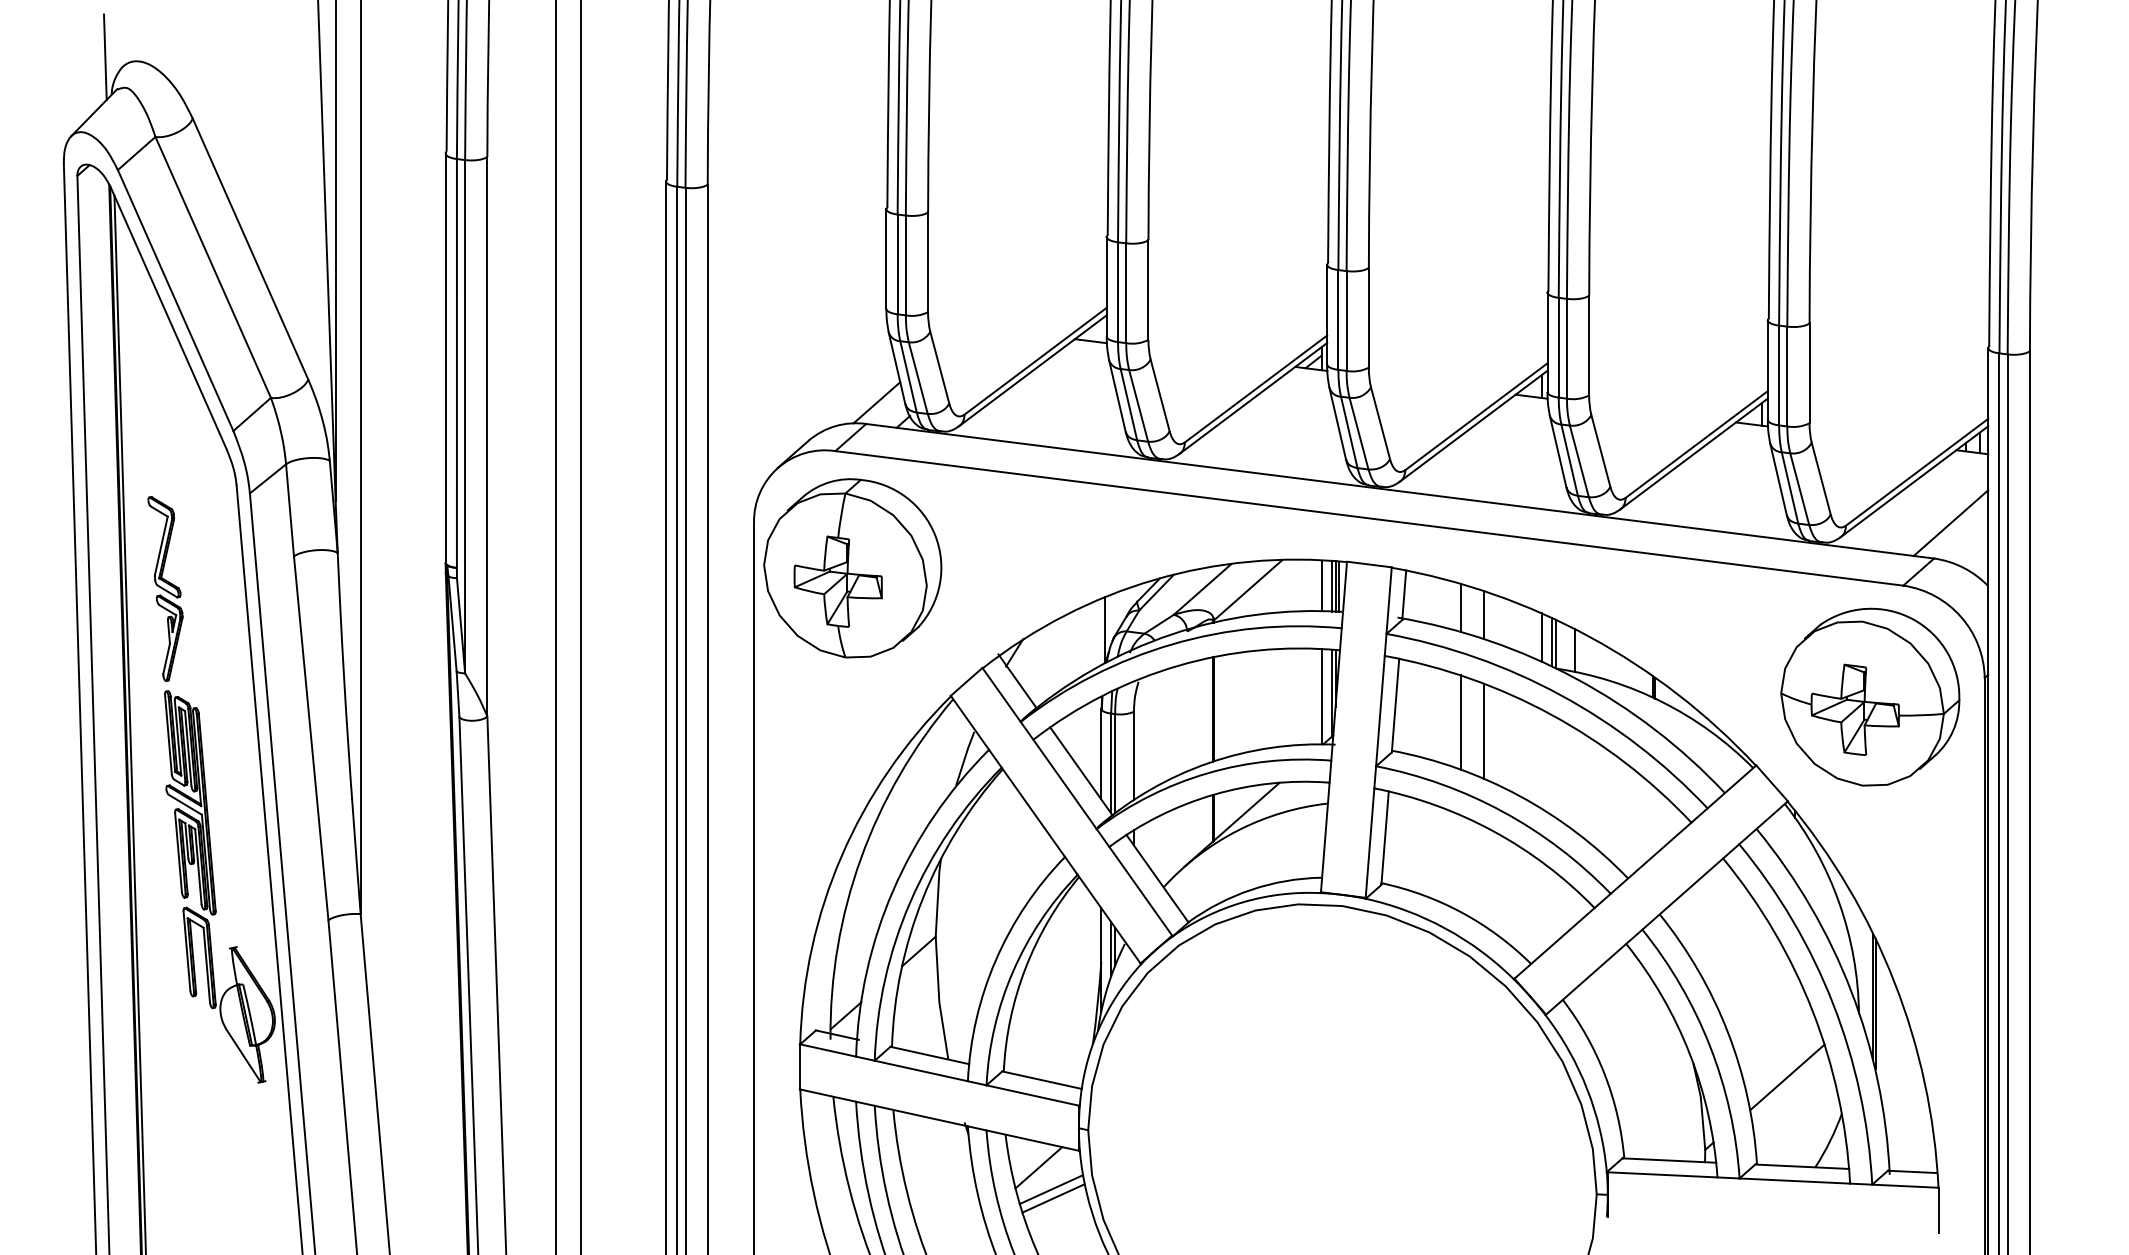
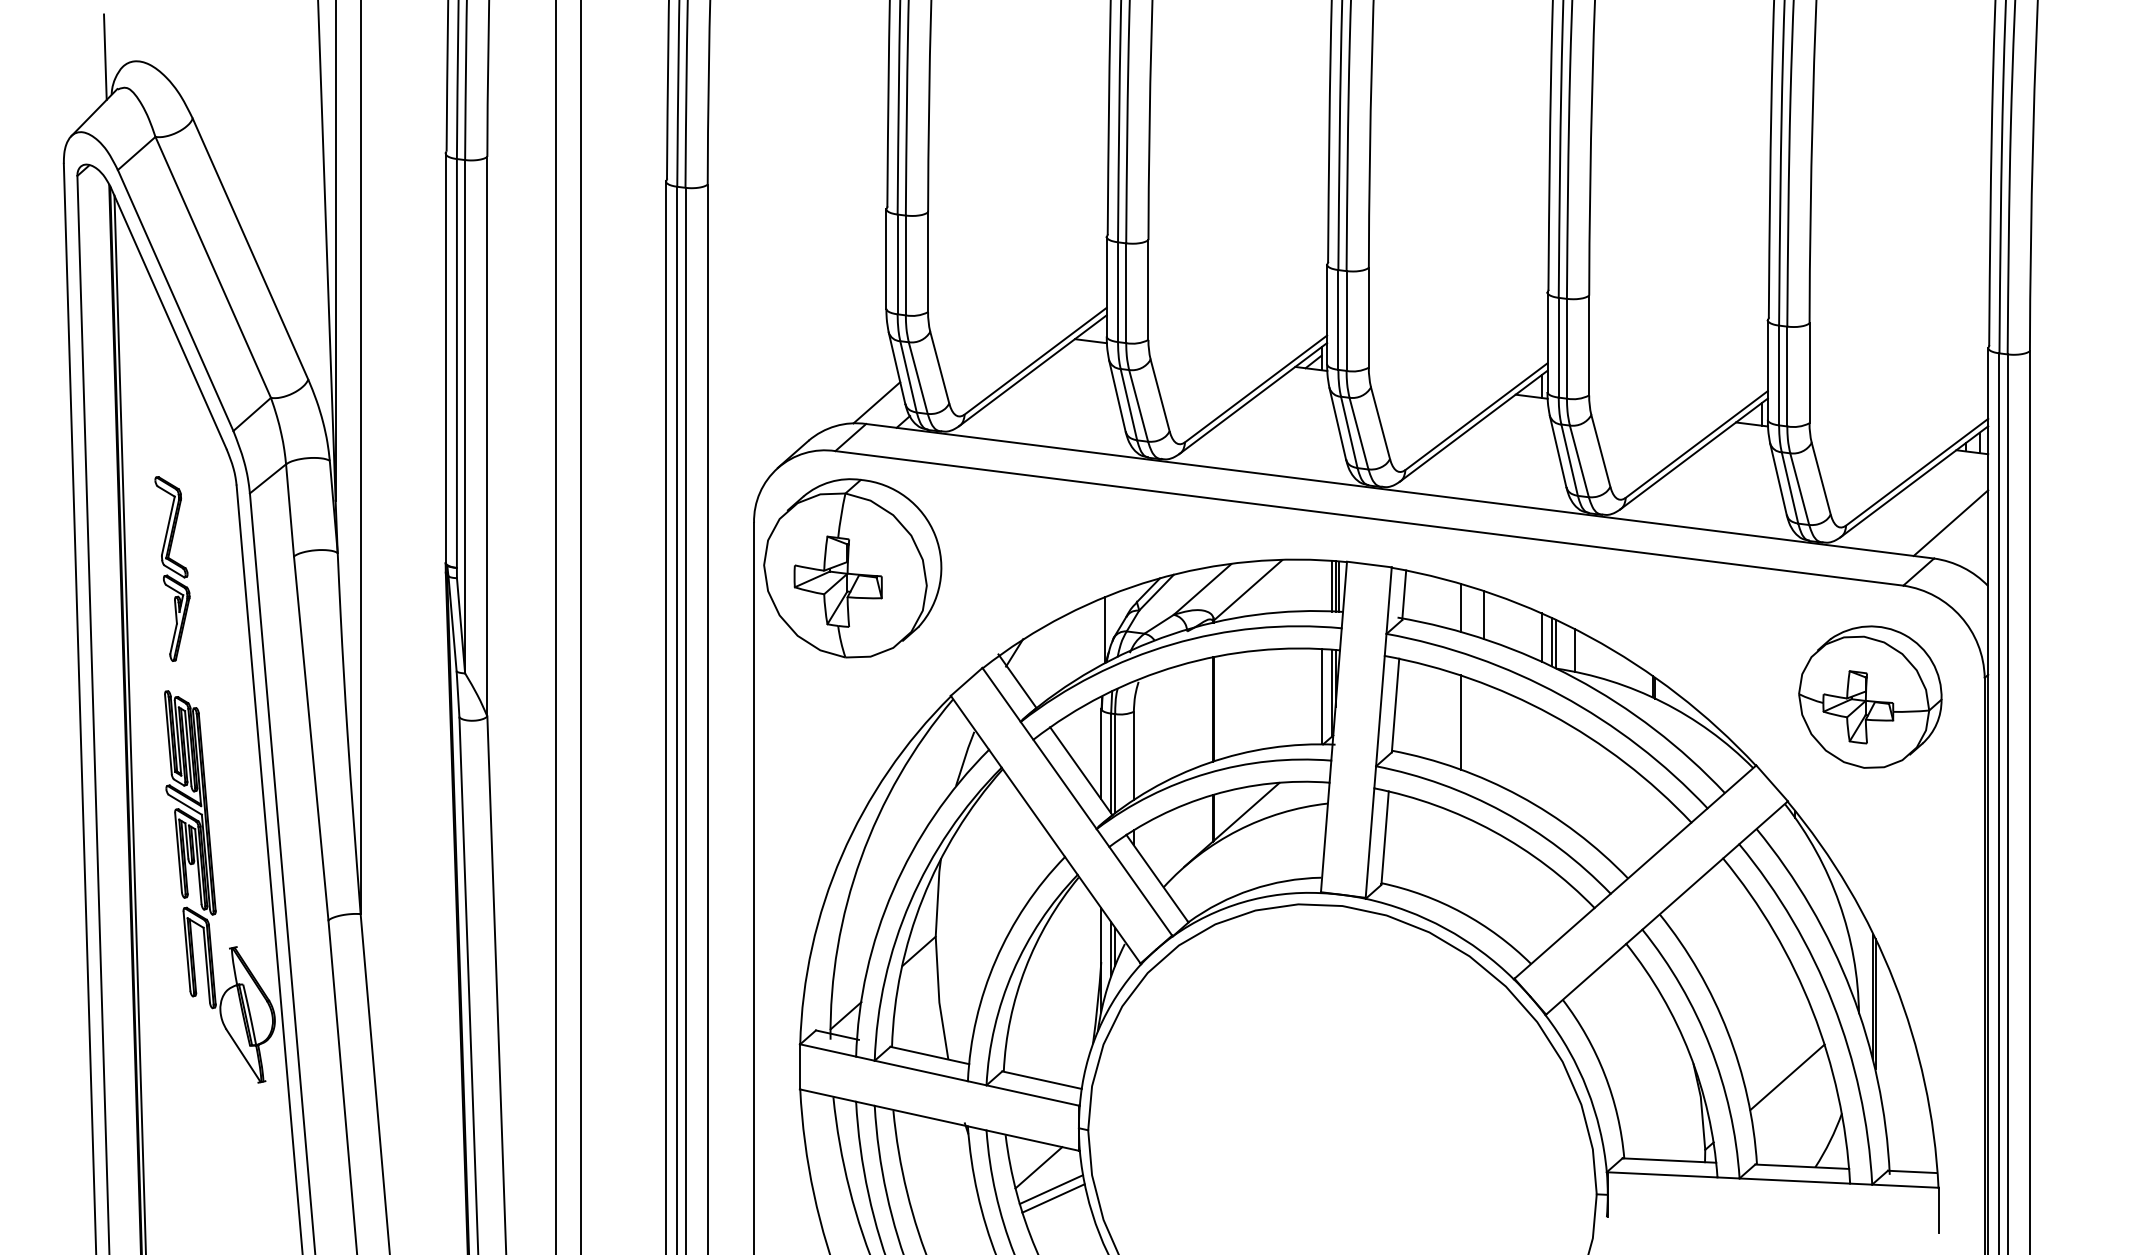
line at (1321, 585): present -> none
part at (165, 588) position: (165, 588) -> (172, 568)
part at (1870, 696) size: 181x180 px -> 145x144 px
line at (1484, 730): present -> none
